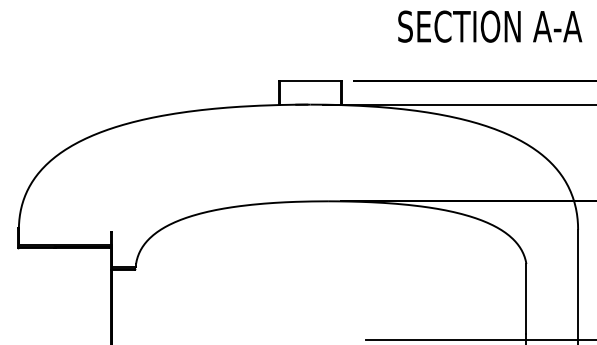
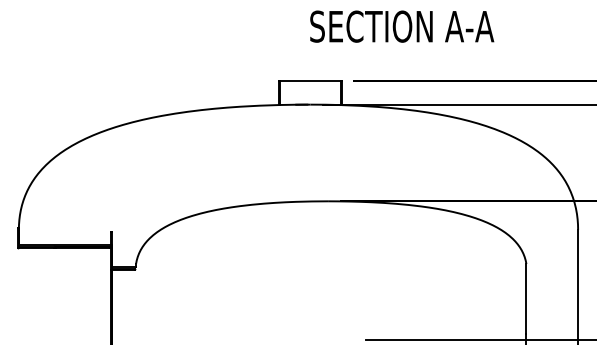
text at (490, 26) position: (490, 26) -> (402, 26)
